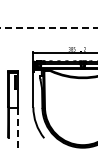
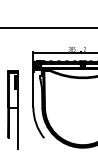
line at (49, 27): dashed -> solid
line at (17, 128): dashed -> solid
